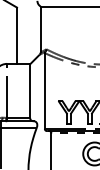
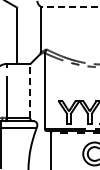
line at (69, 6): solid -> dashed
line at (30, 91): solid -> dashed
